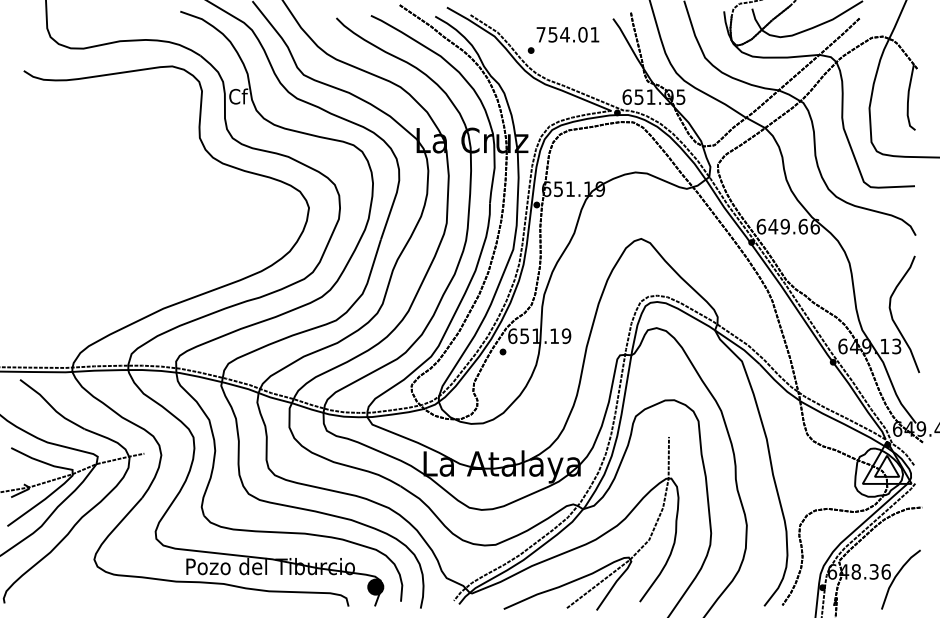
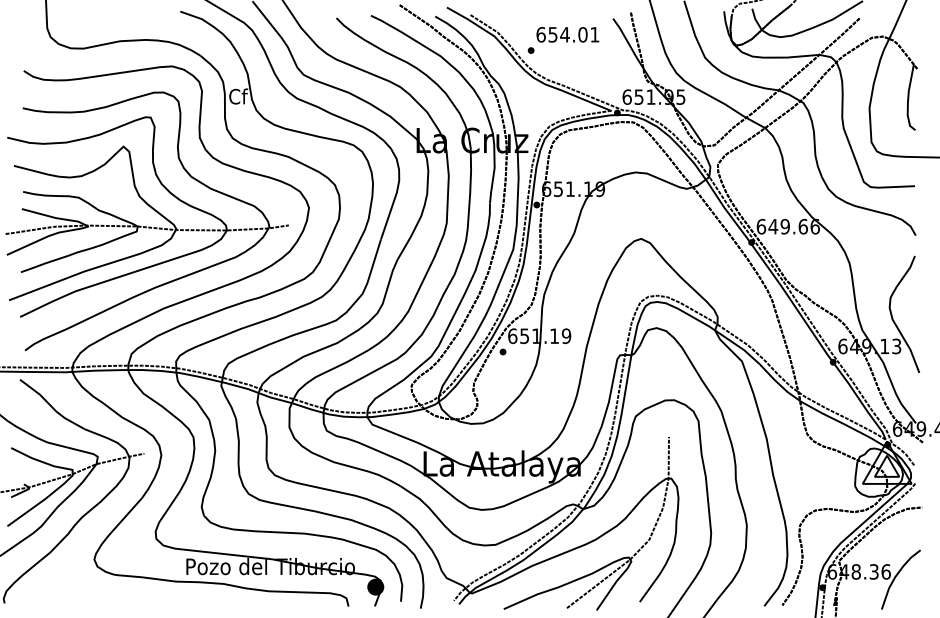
text at (540, 34): 754.01 -> 654.01
part at (146, 221): none -> present
